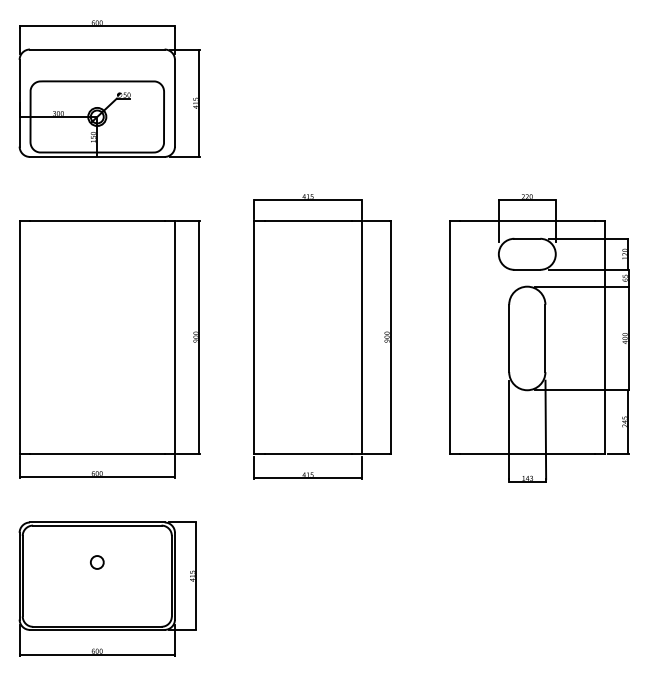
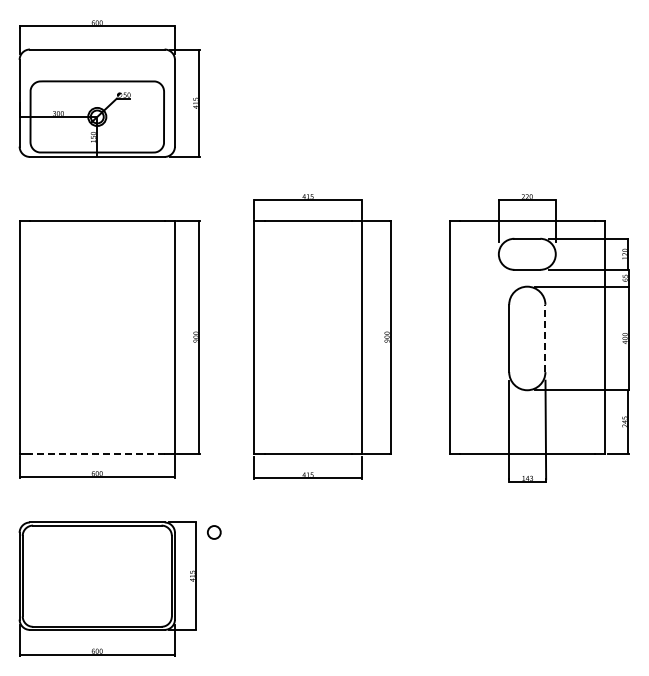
line at (545, 338): solid -> dashed
line at (96, 453): solid -> dashed
circle at (97, 562) position: (97, 562) -> (214, 532)
